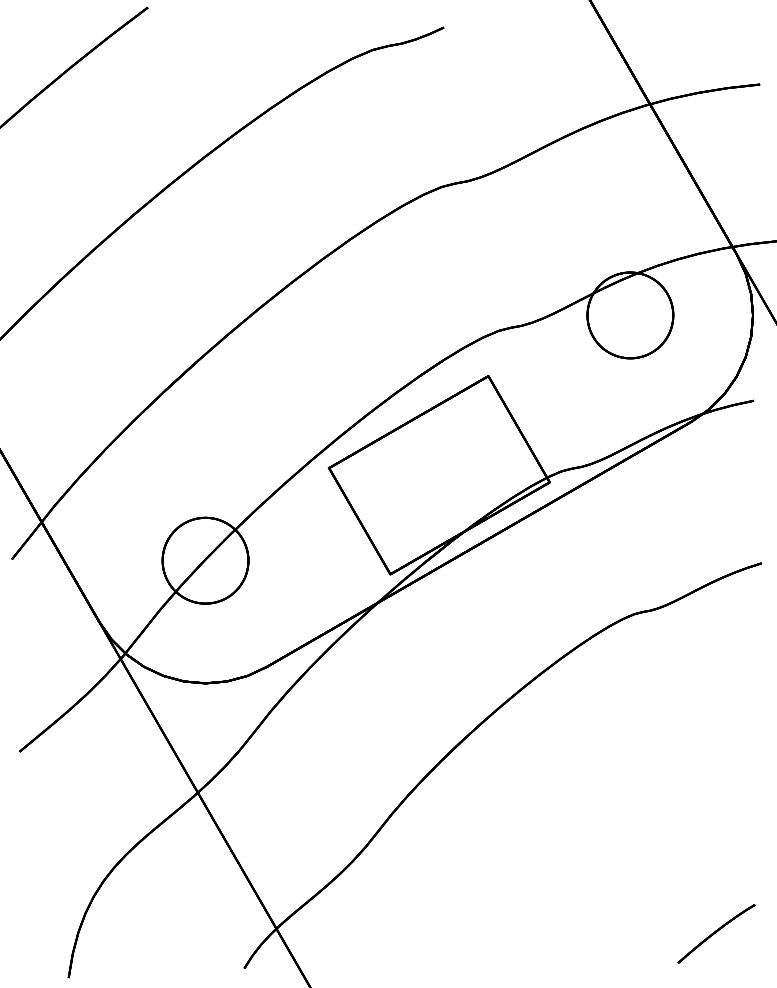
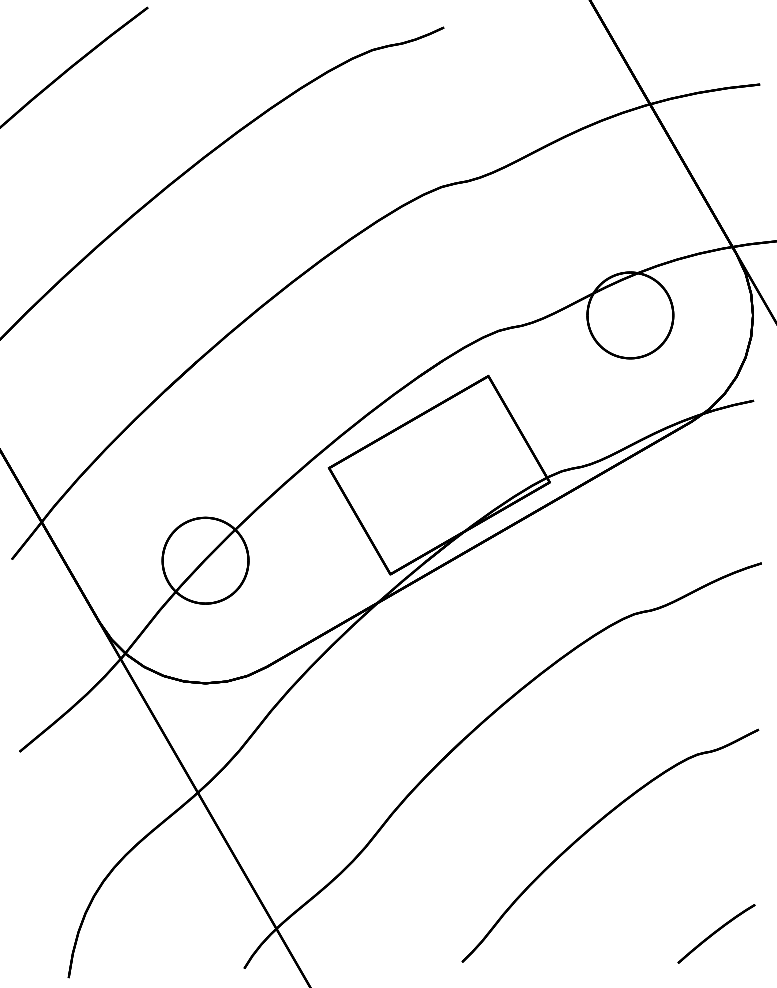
part at (596, 825): none -> present
